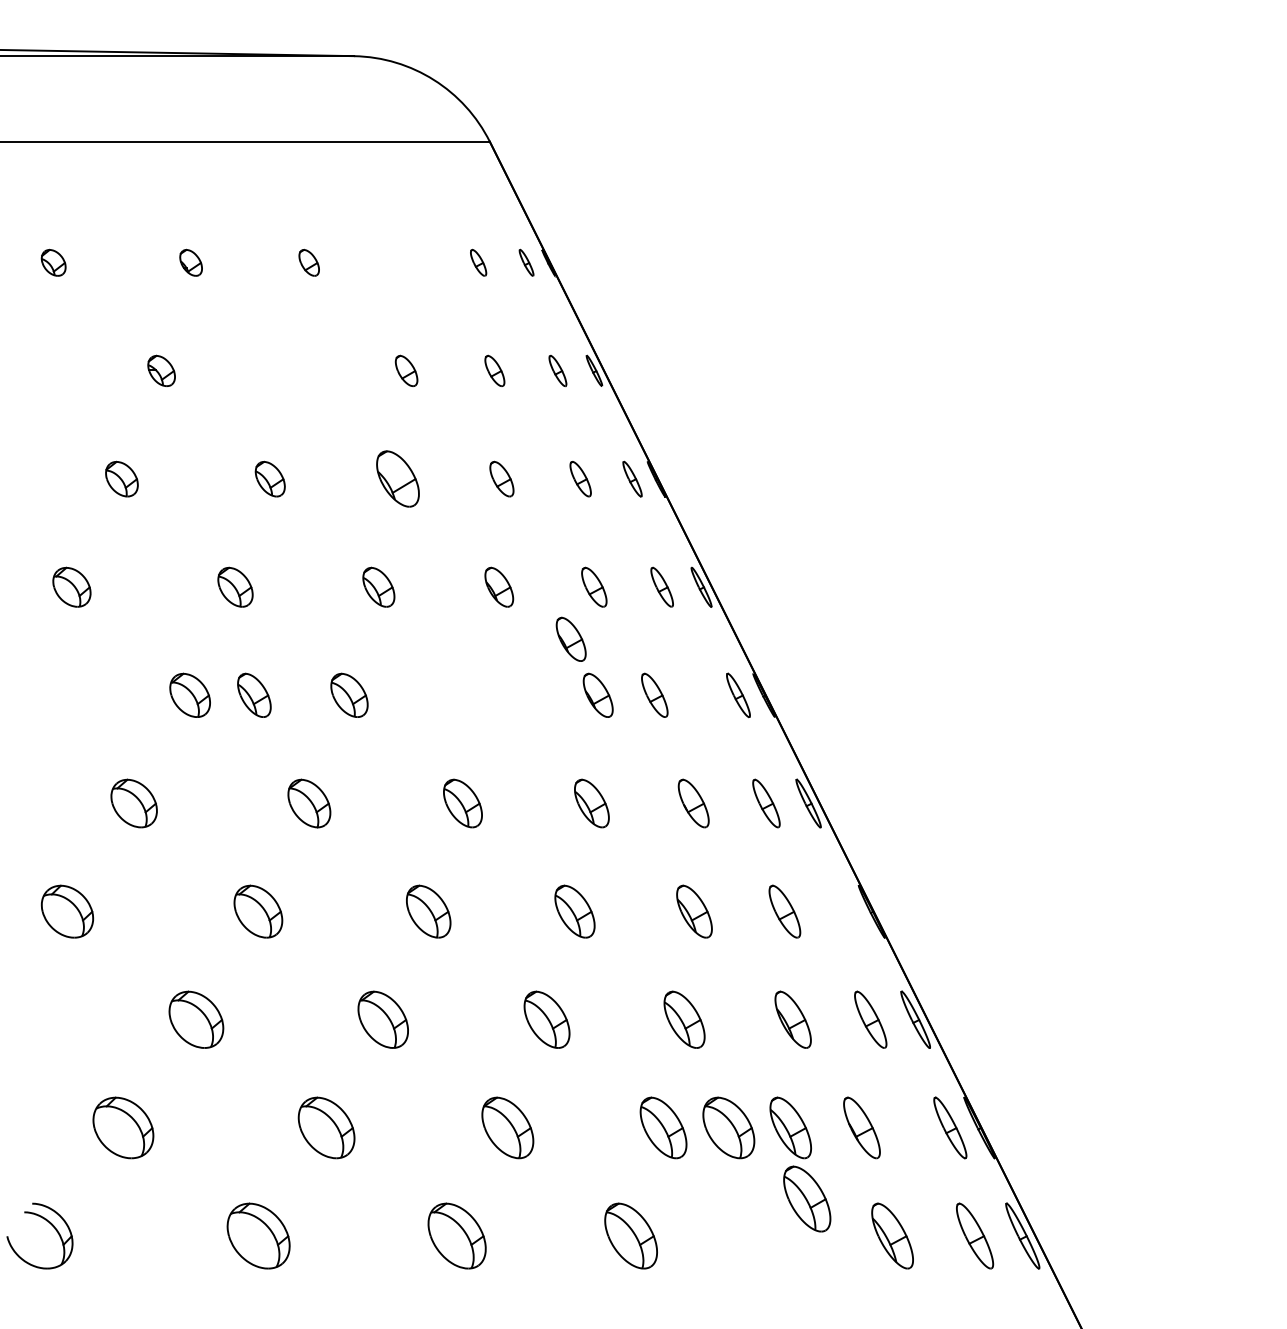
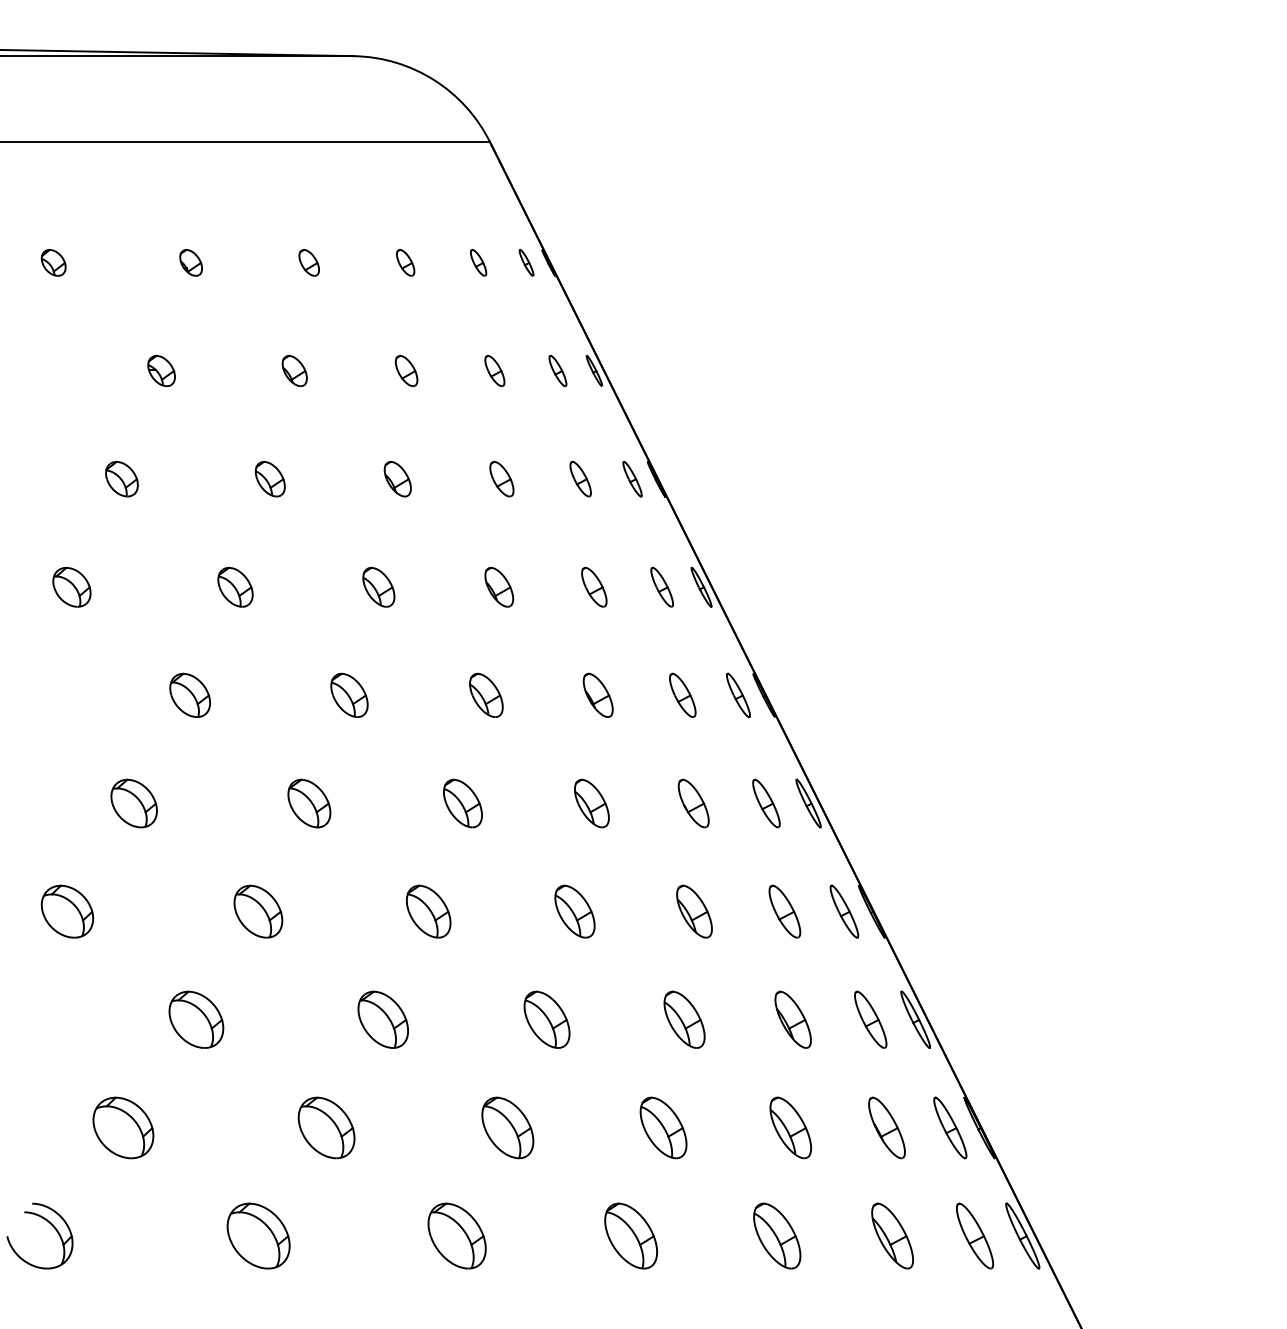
part at (405, 262): none -> present
part at (294, 370): none -> present
part at (397, 478) size: 44x58 px -> 29x37 px
part at (570, 638): present -> none
part at (254, 694) position: (254, 694) -> (486, 694)
part at (654, 694) position: (654, 694) -> (682, 694)
part at (844, 911): none -> present
part at (728, 1127): present -> none
part at (861, 1127) position: (861, 1127) -> (886, 1127)
part at (807, 1198) position: (807, 1198) -> (777, 1235)
